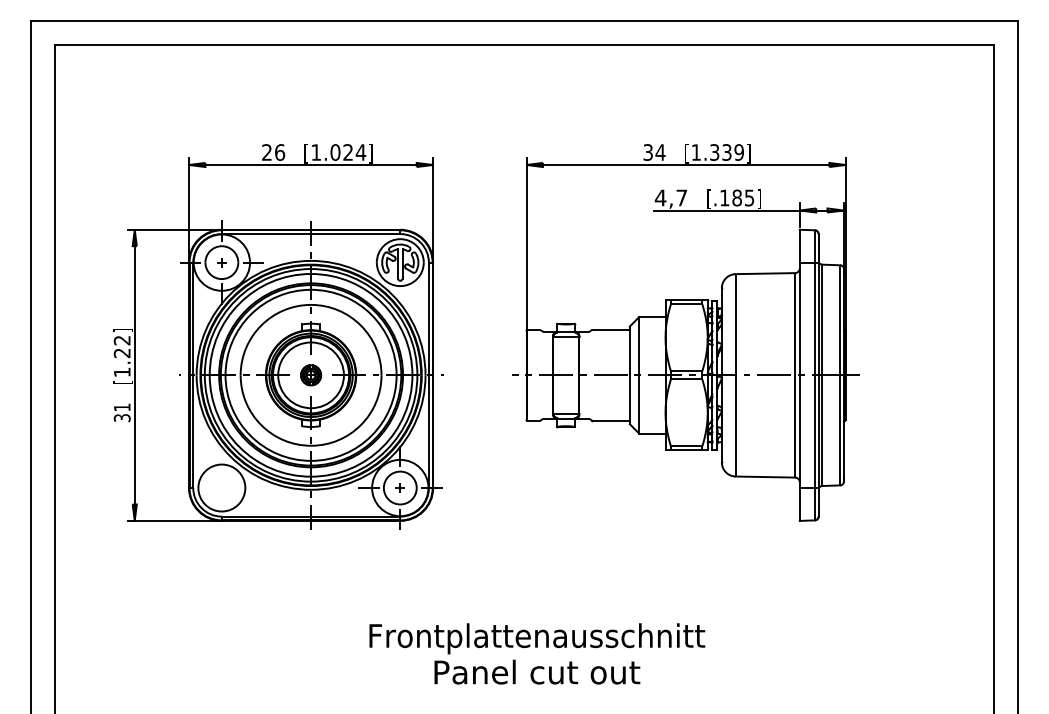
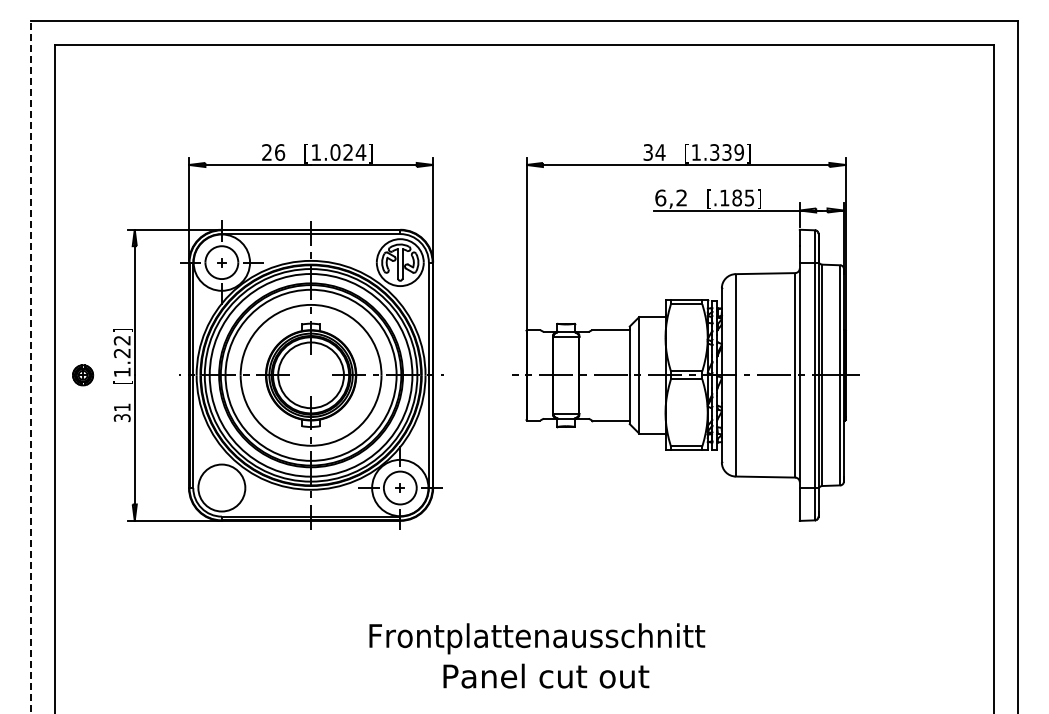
text at (670, 197): 4,7 -> 6,2
line at (31, 367): solid -> dashed
part at (311, 375) position: (311, 375) -> (83, 375)
text at (537, 671) position: (537, 671) -> (546, 675)
